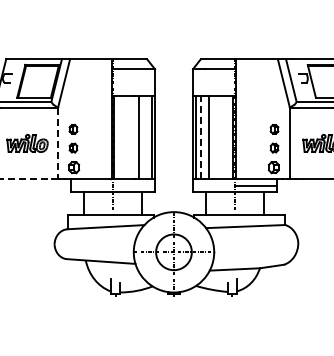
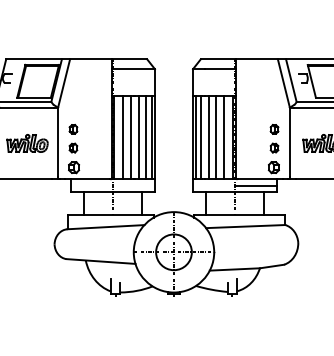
line at (123, 137): none -> present
line at (131, 137): none -> present
line at (146, 137): none -> present
line at (201, 137): dashed -> solid
line at (216, 137): none -> present
line at (224, 137): none -> present
line at (58, 142): dashed -> solid
line at (26, 179): dashed -> solid
